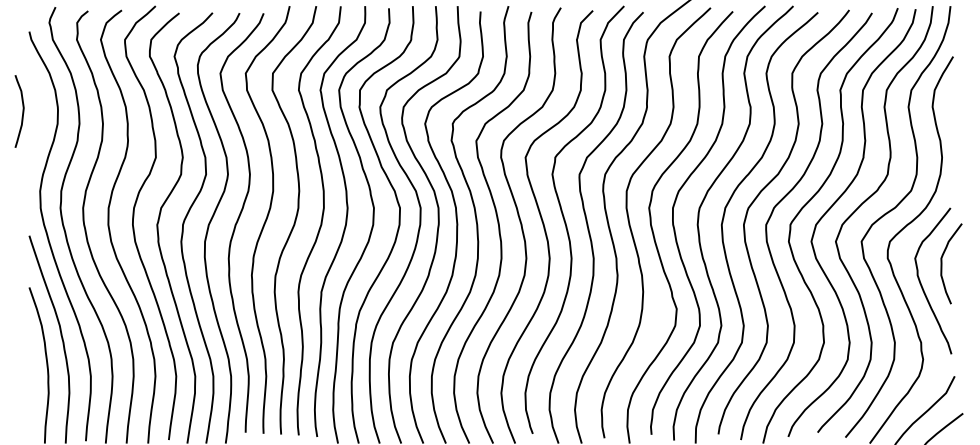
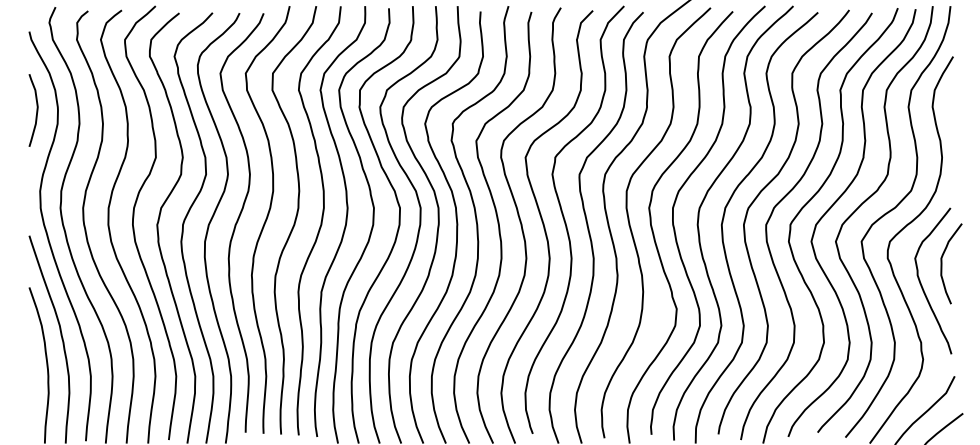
curve at (22, 111) position: (22, 111) -> (36, 110)
